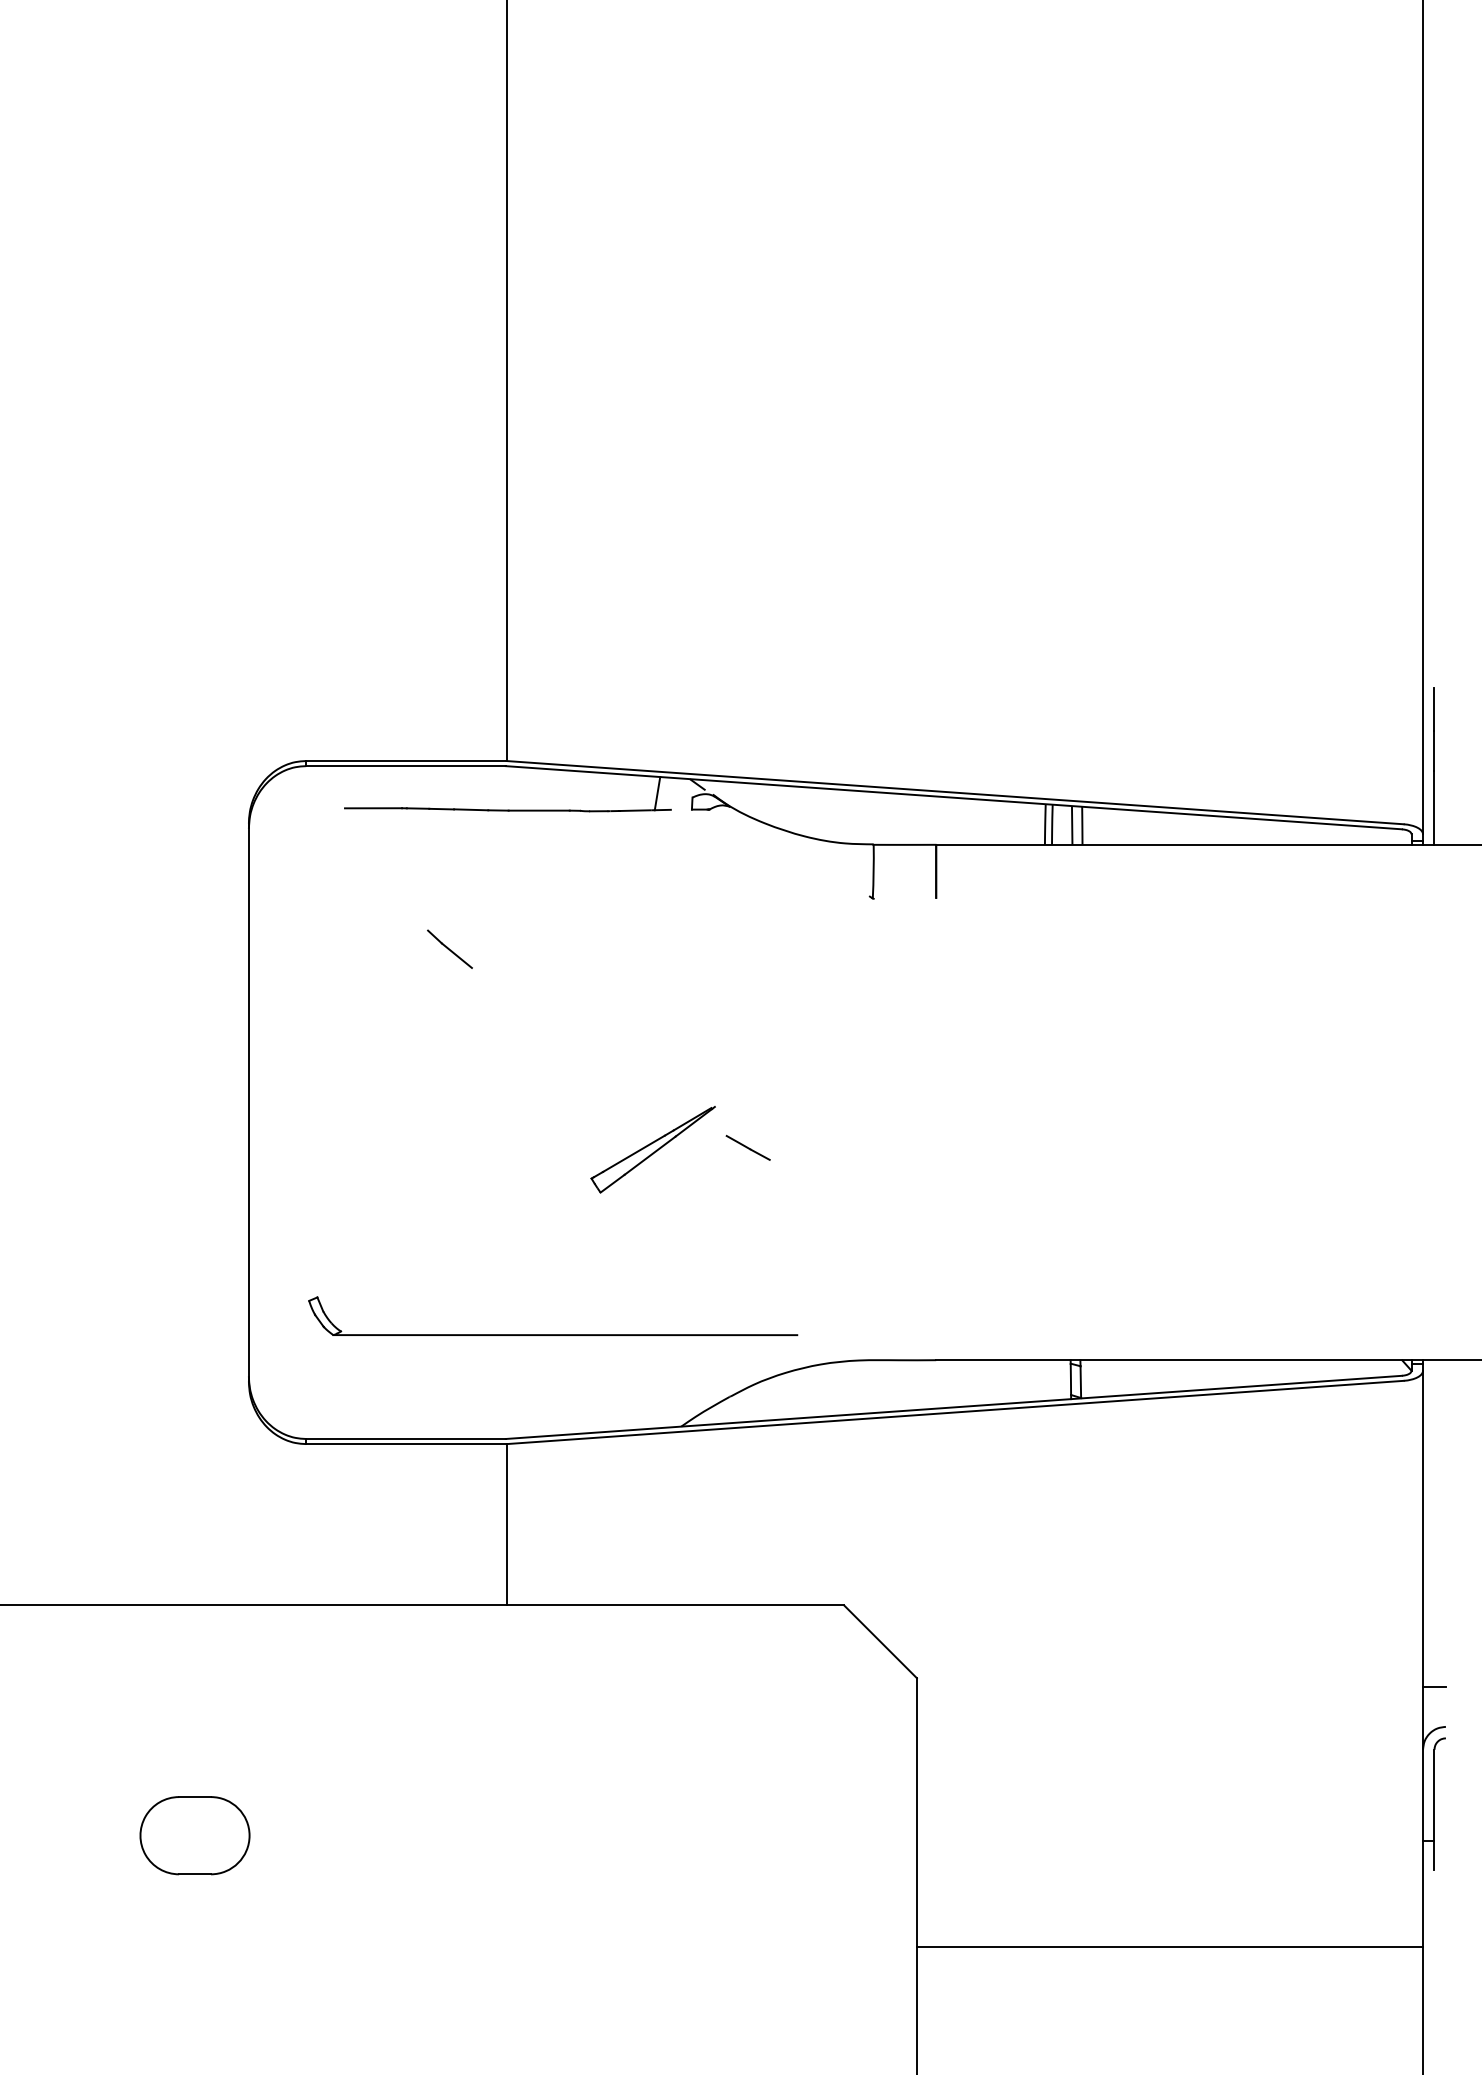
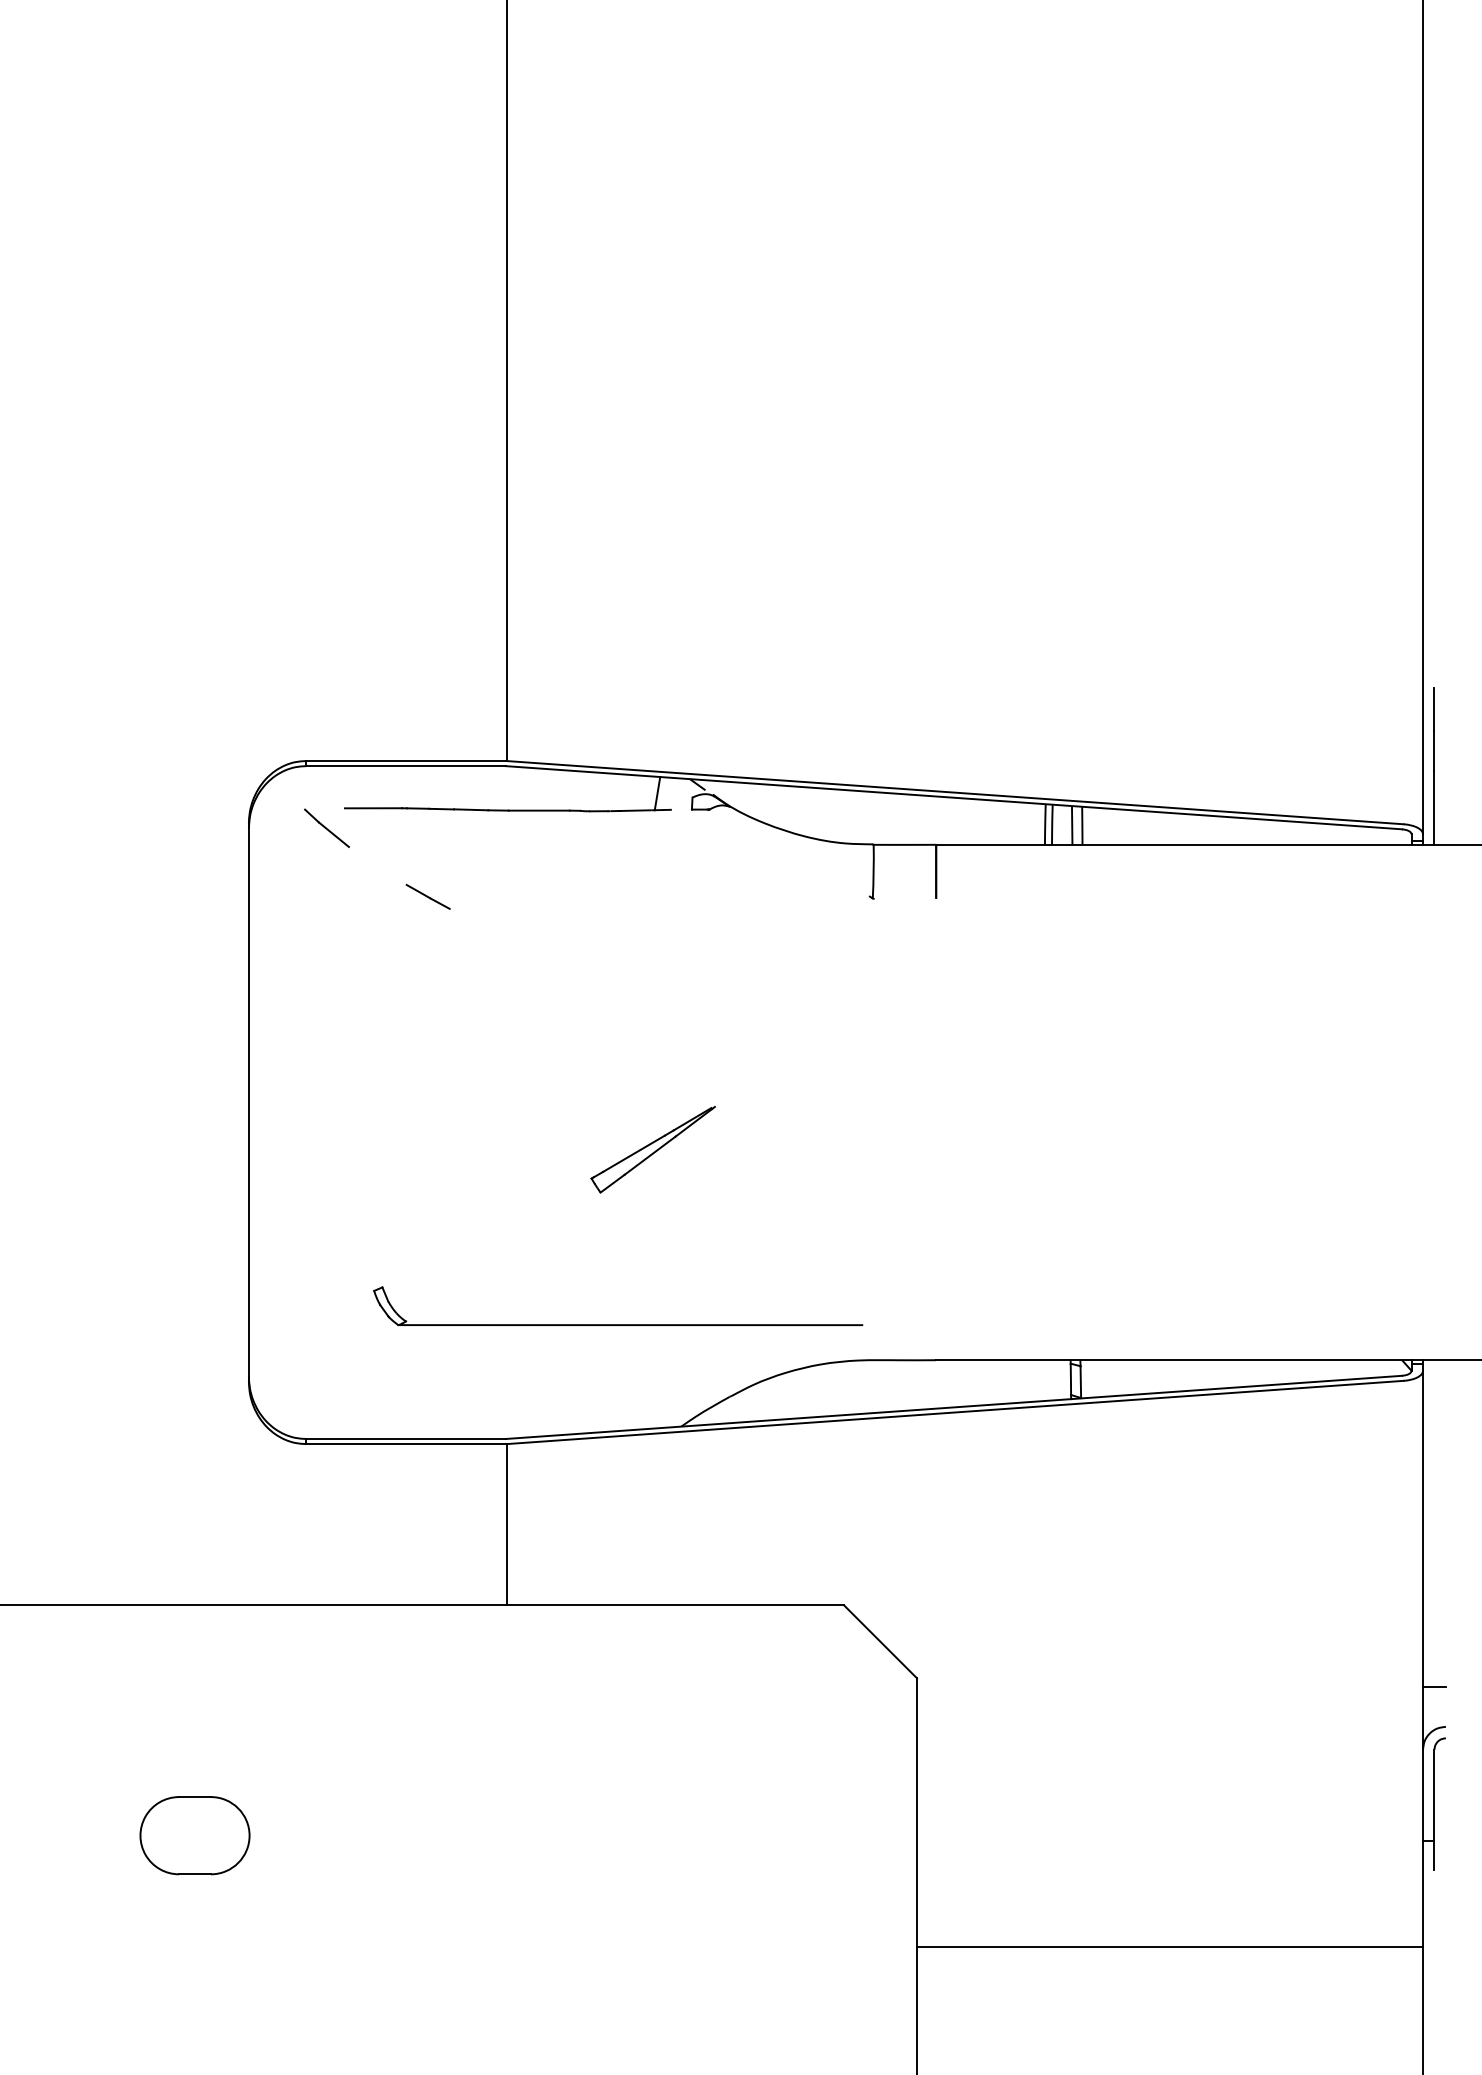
line at (449, 948) position: (449, 948) -> (326, 827)
line at (747, 1147) position: (747, 1147) -> (427, 896)
part at (553, 1334) position: (553, 1334) -> (618, 1324)
